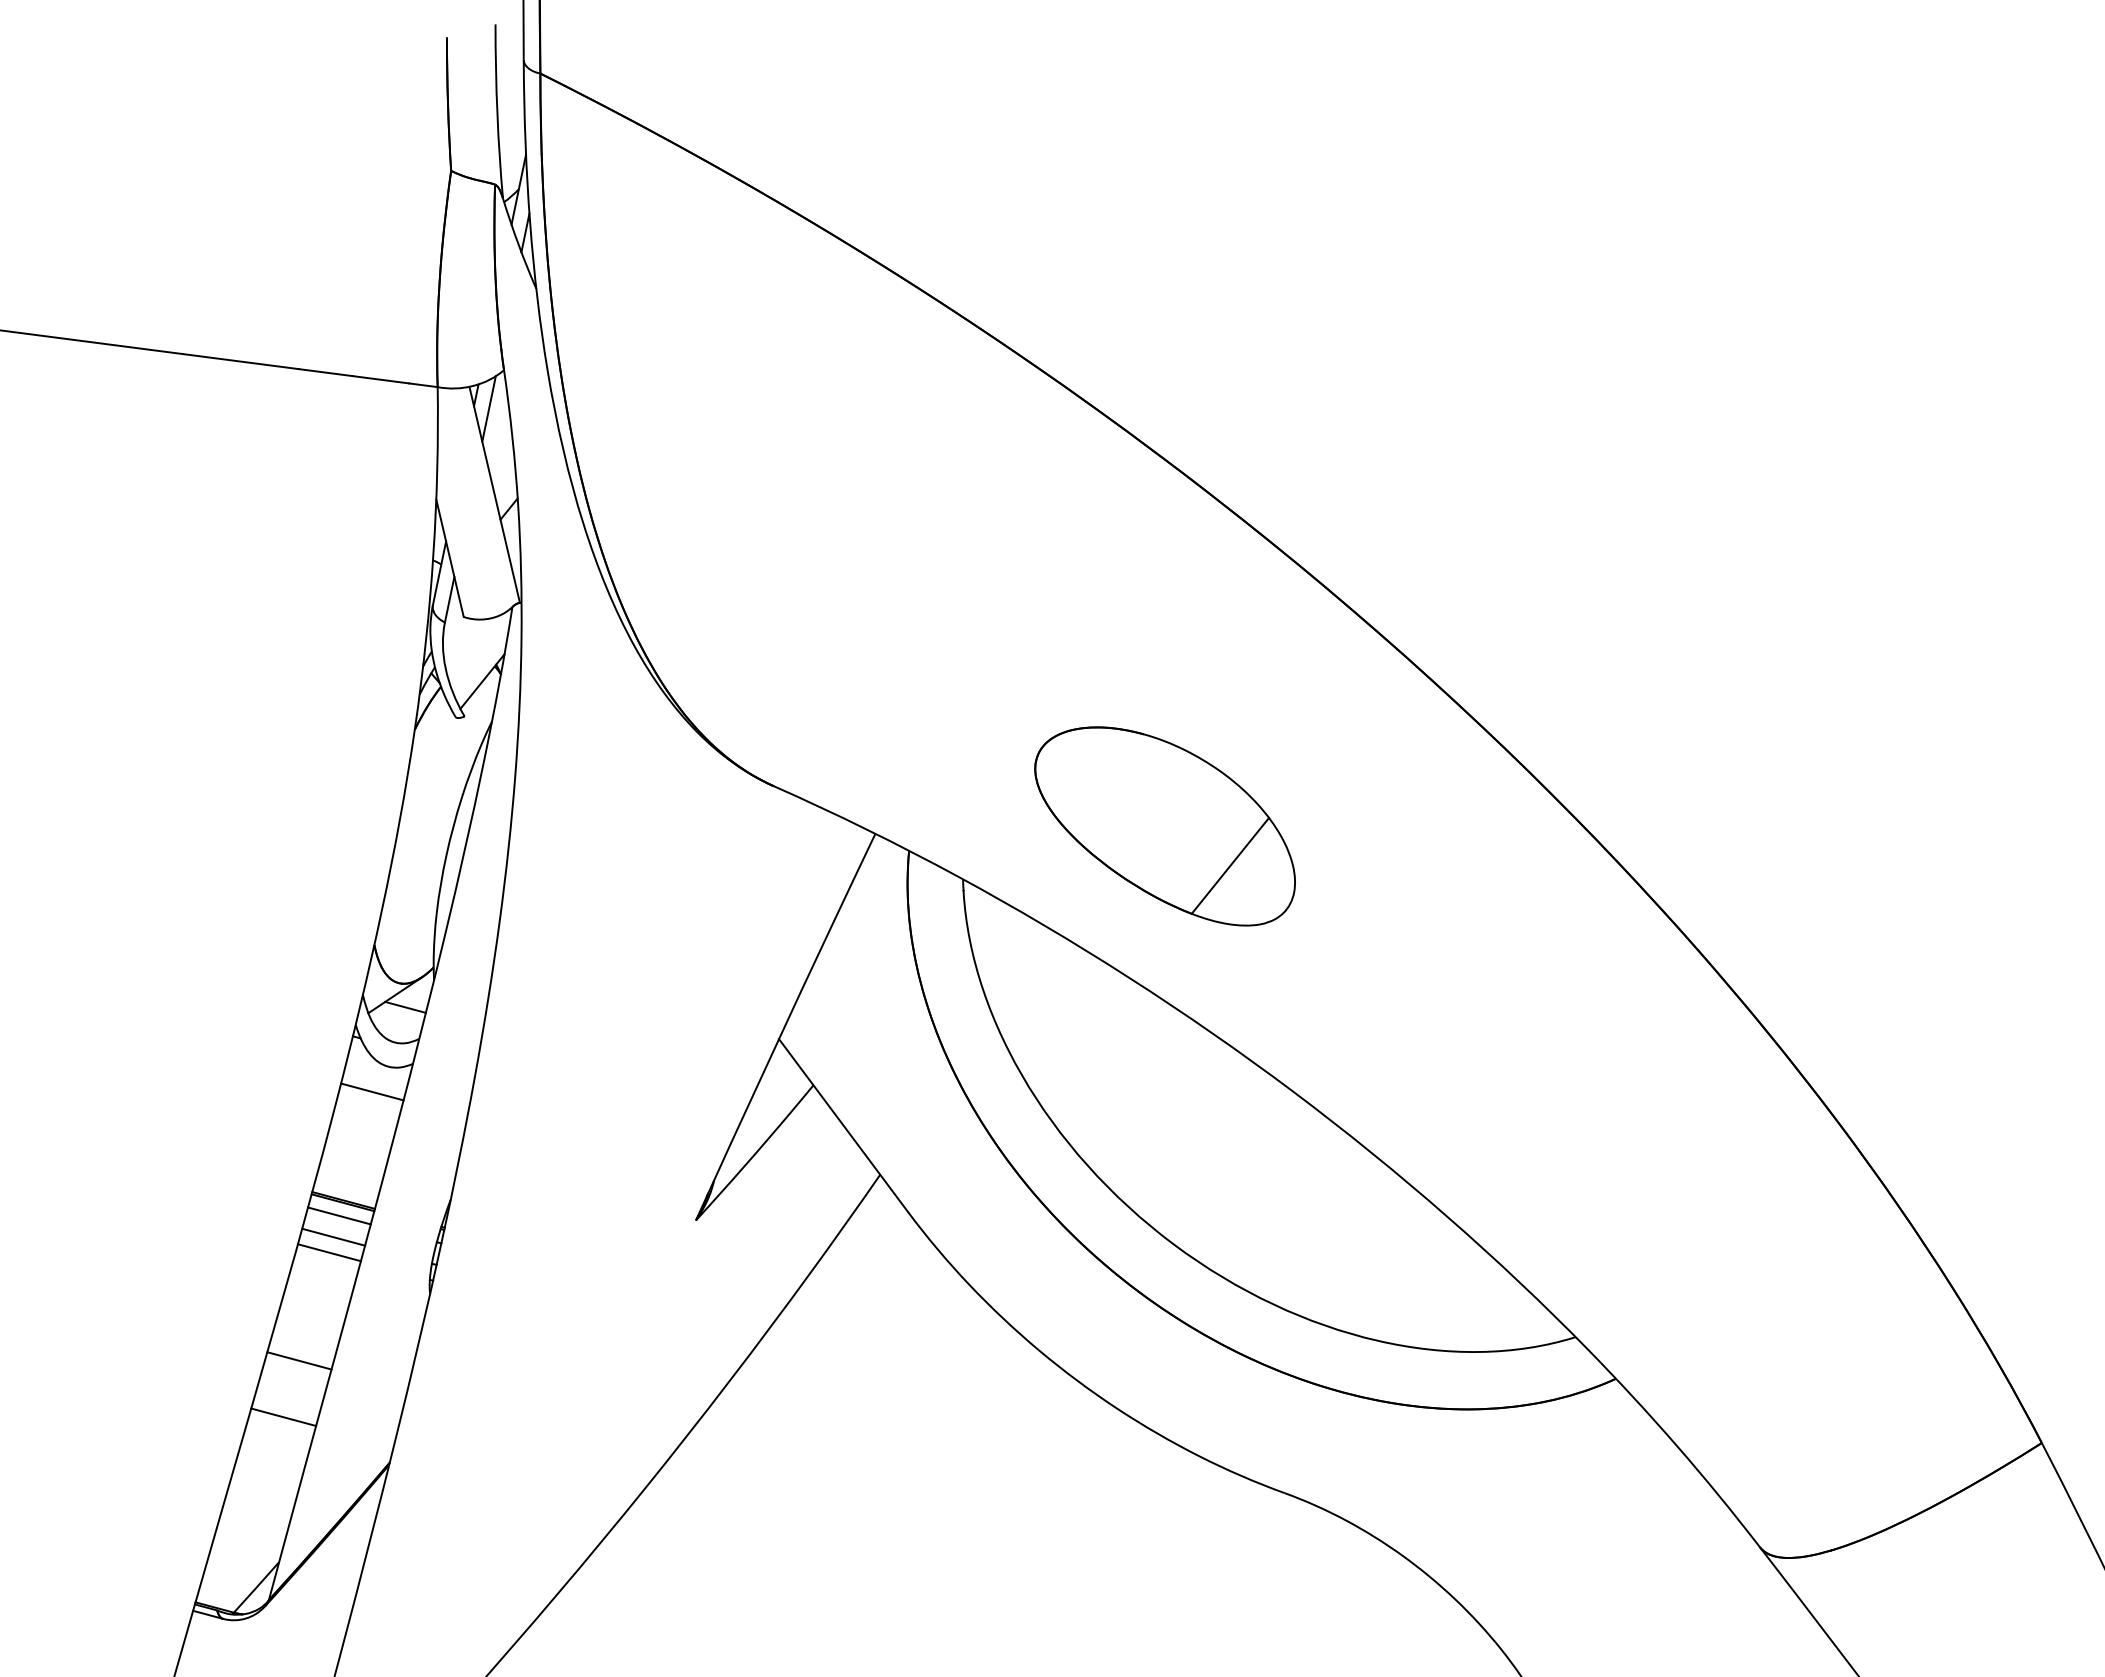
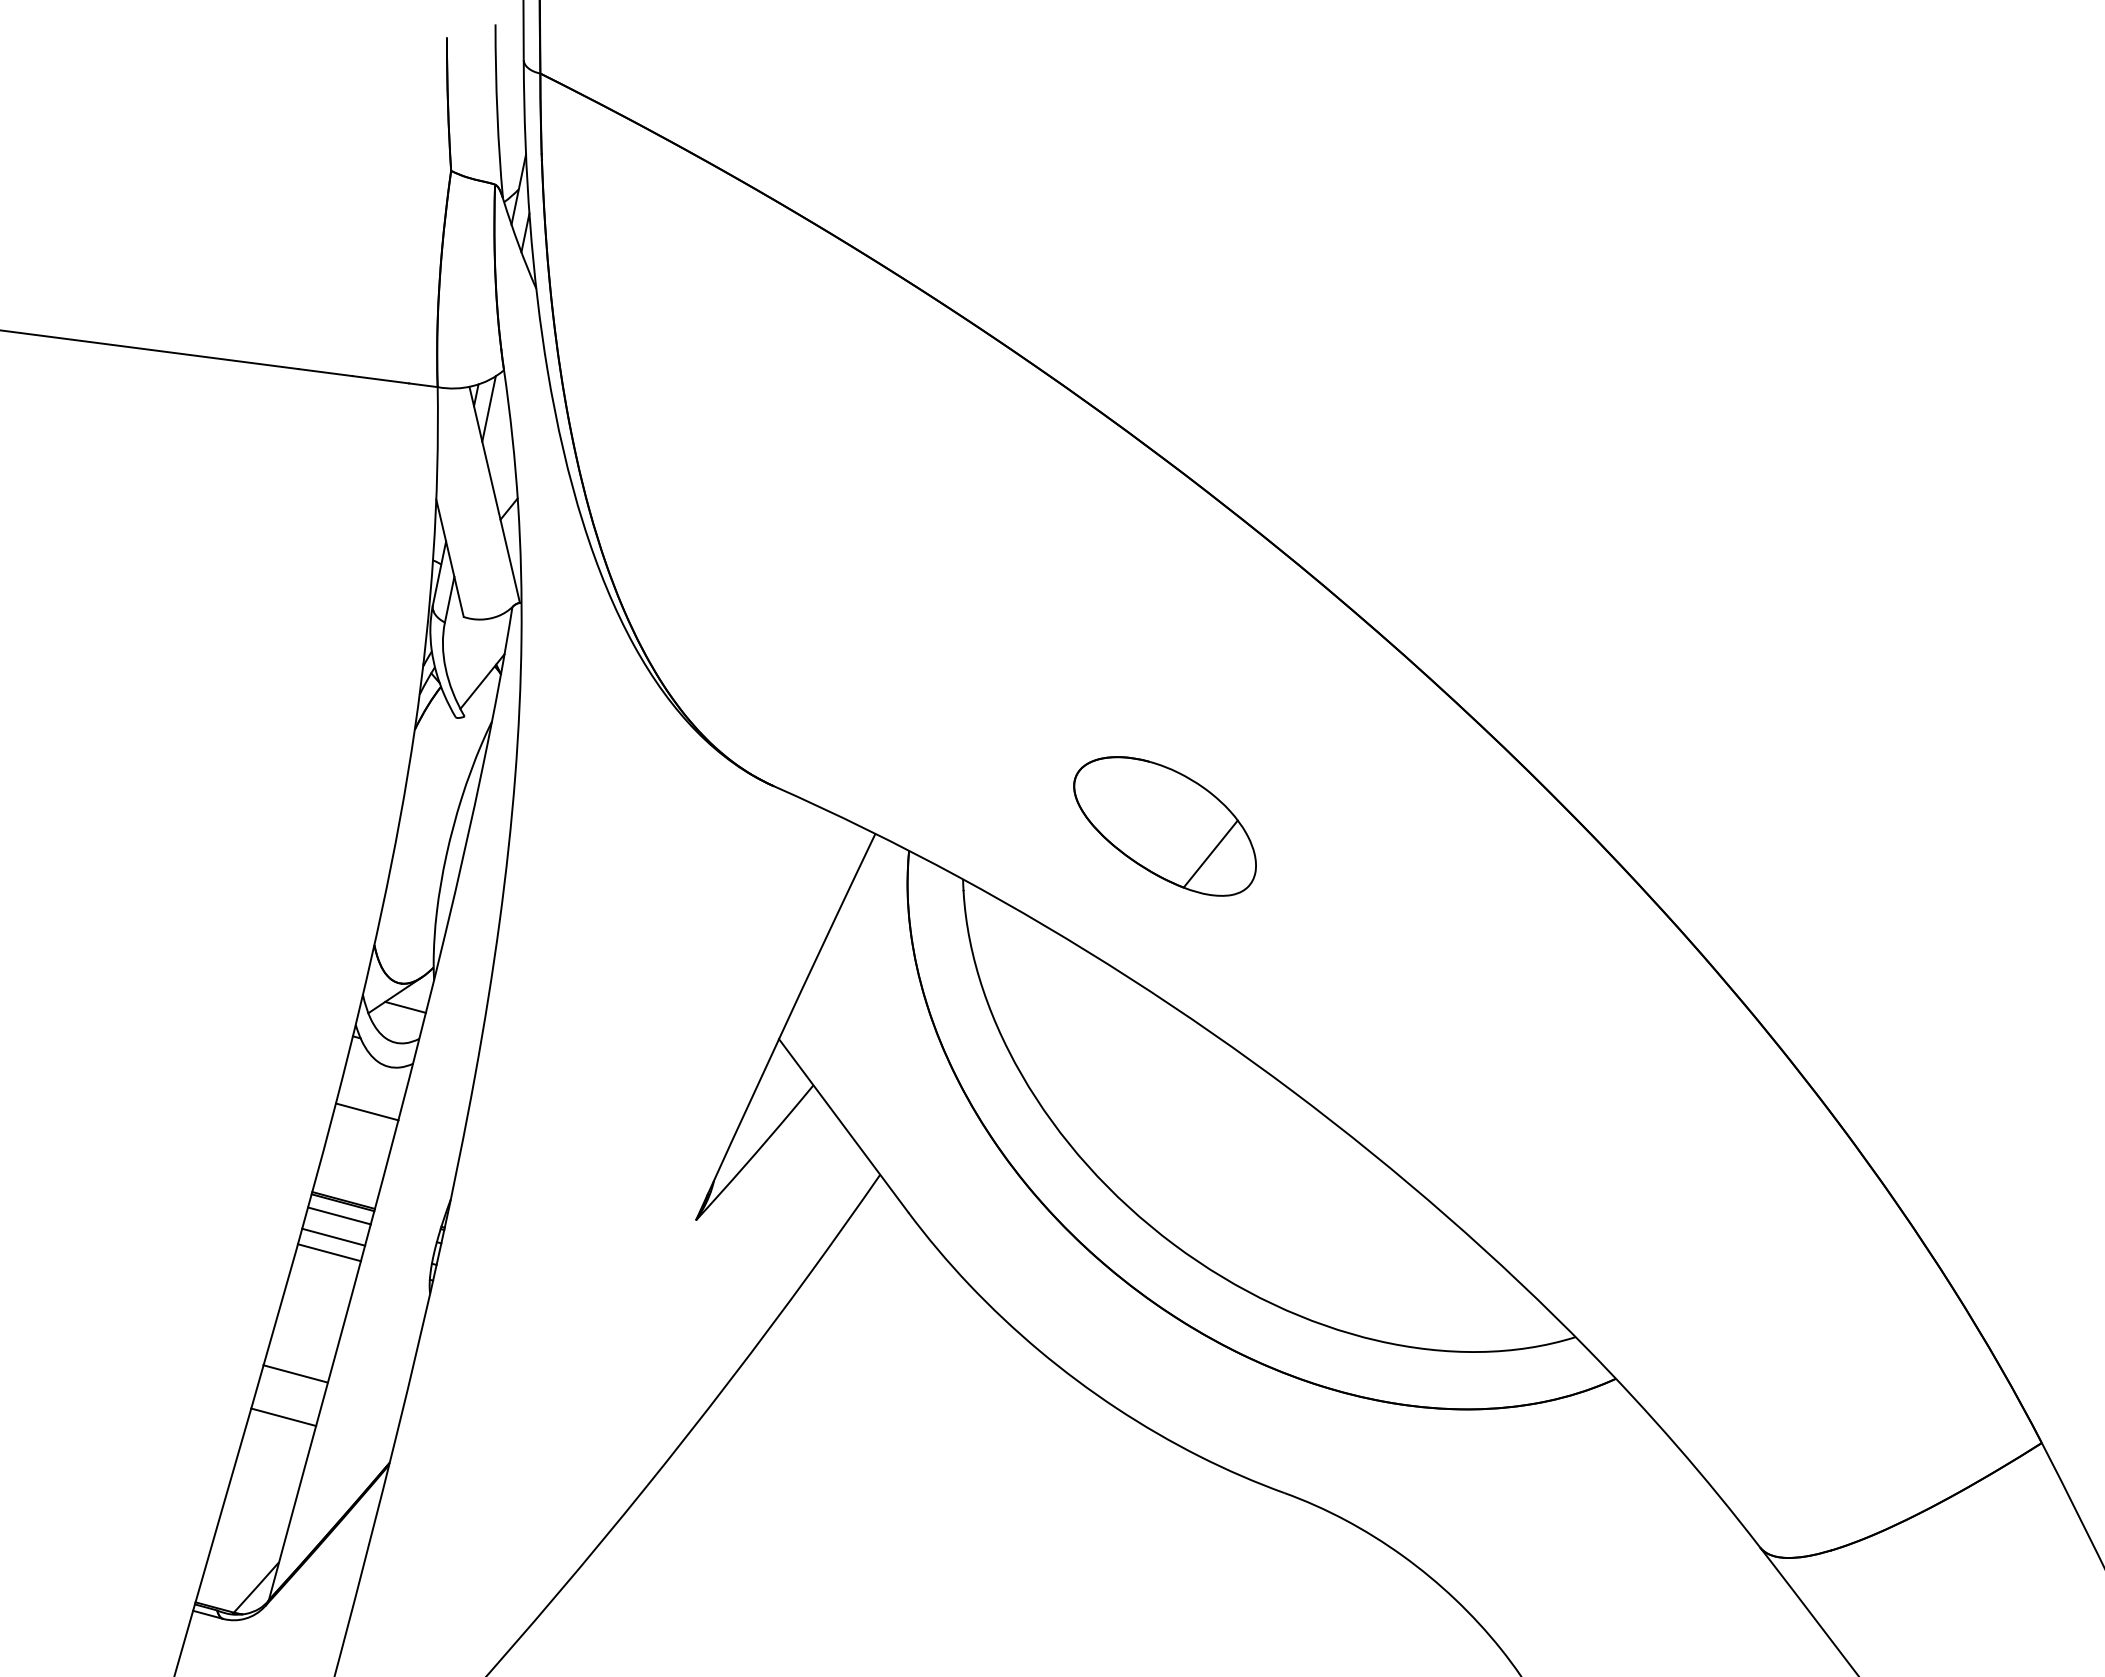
part at (1164, 826) size: 262x201 px -> 184x141 px
line at (372, 1091) position: (372, 1091) -> (367, 1111)
line at (299, 1360) position: (299, 1360) -> (295, 1373)
